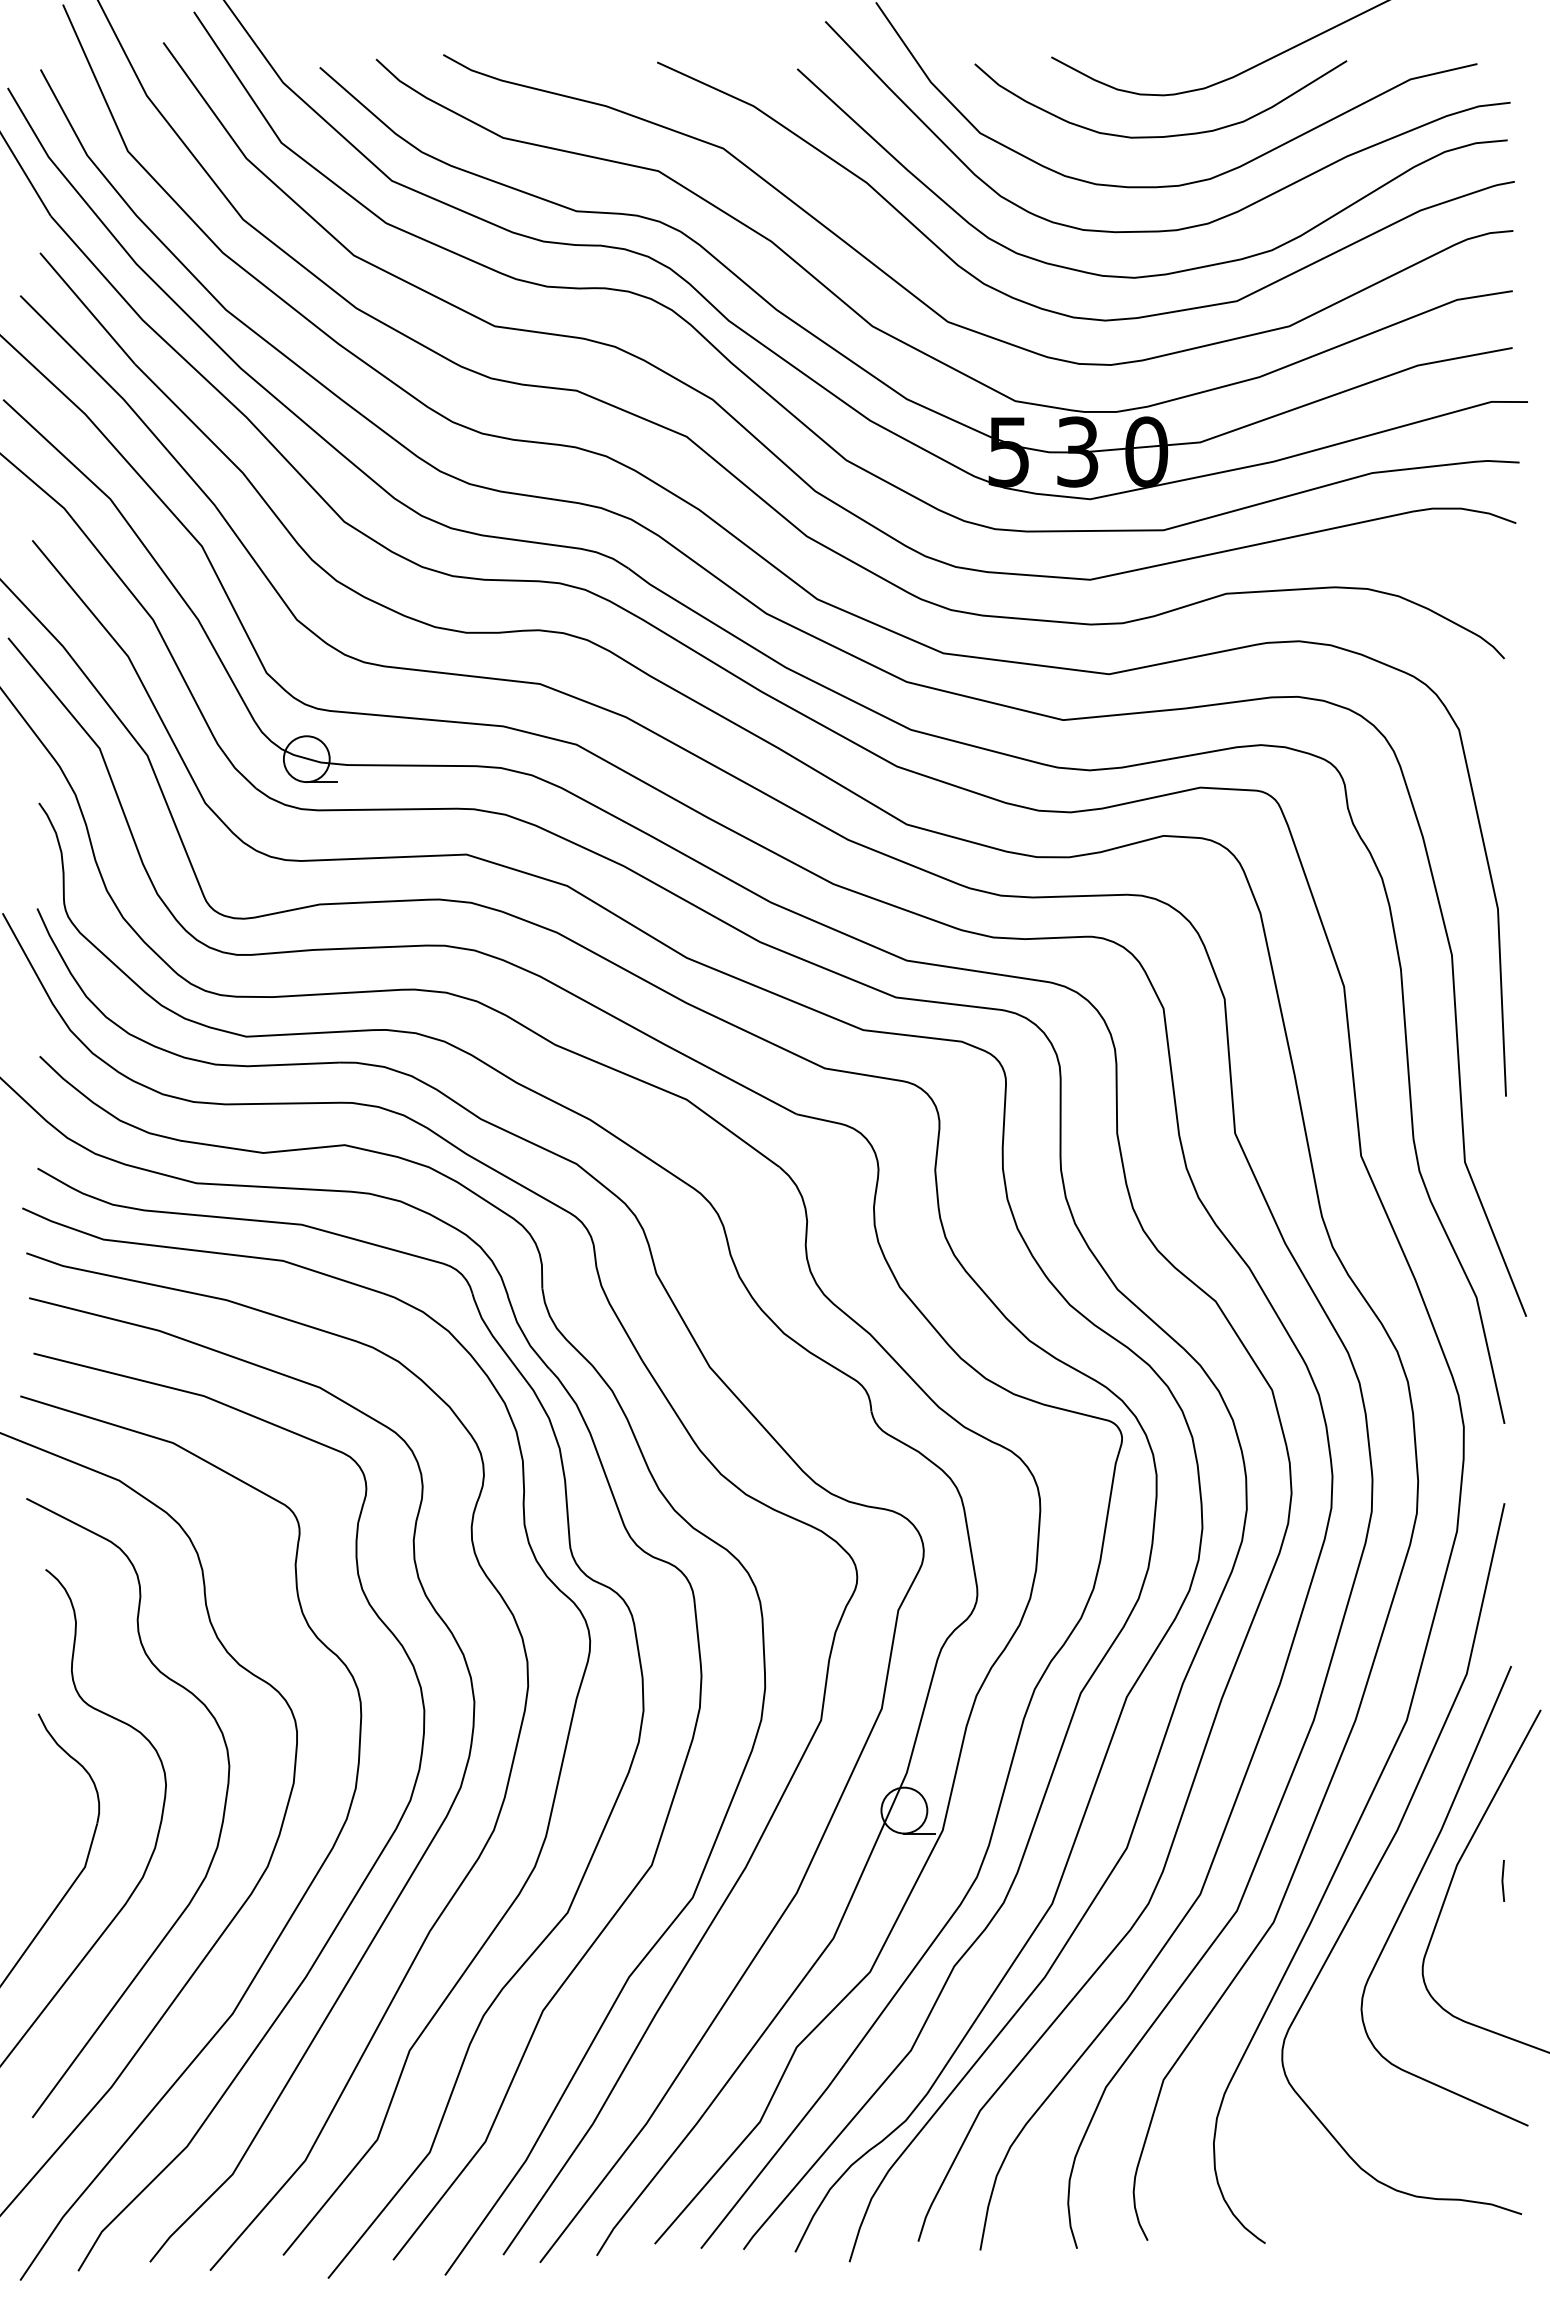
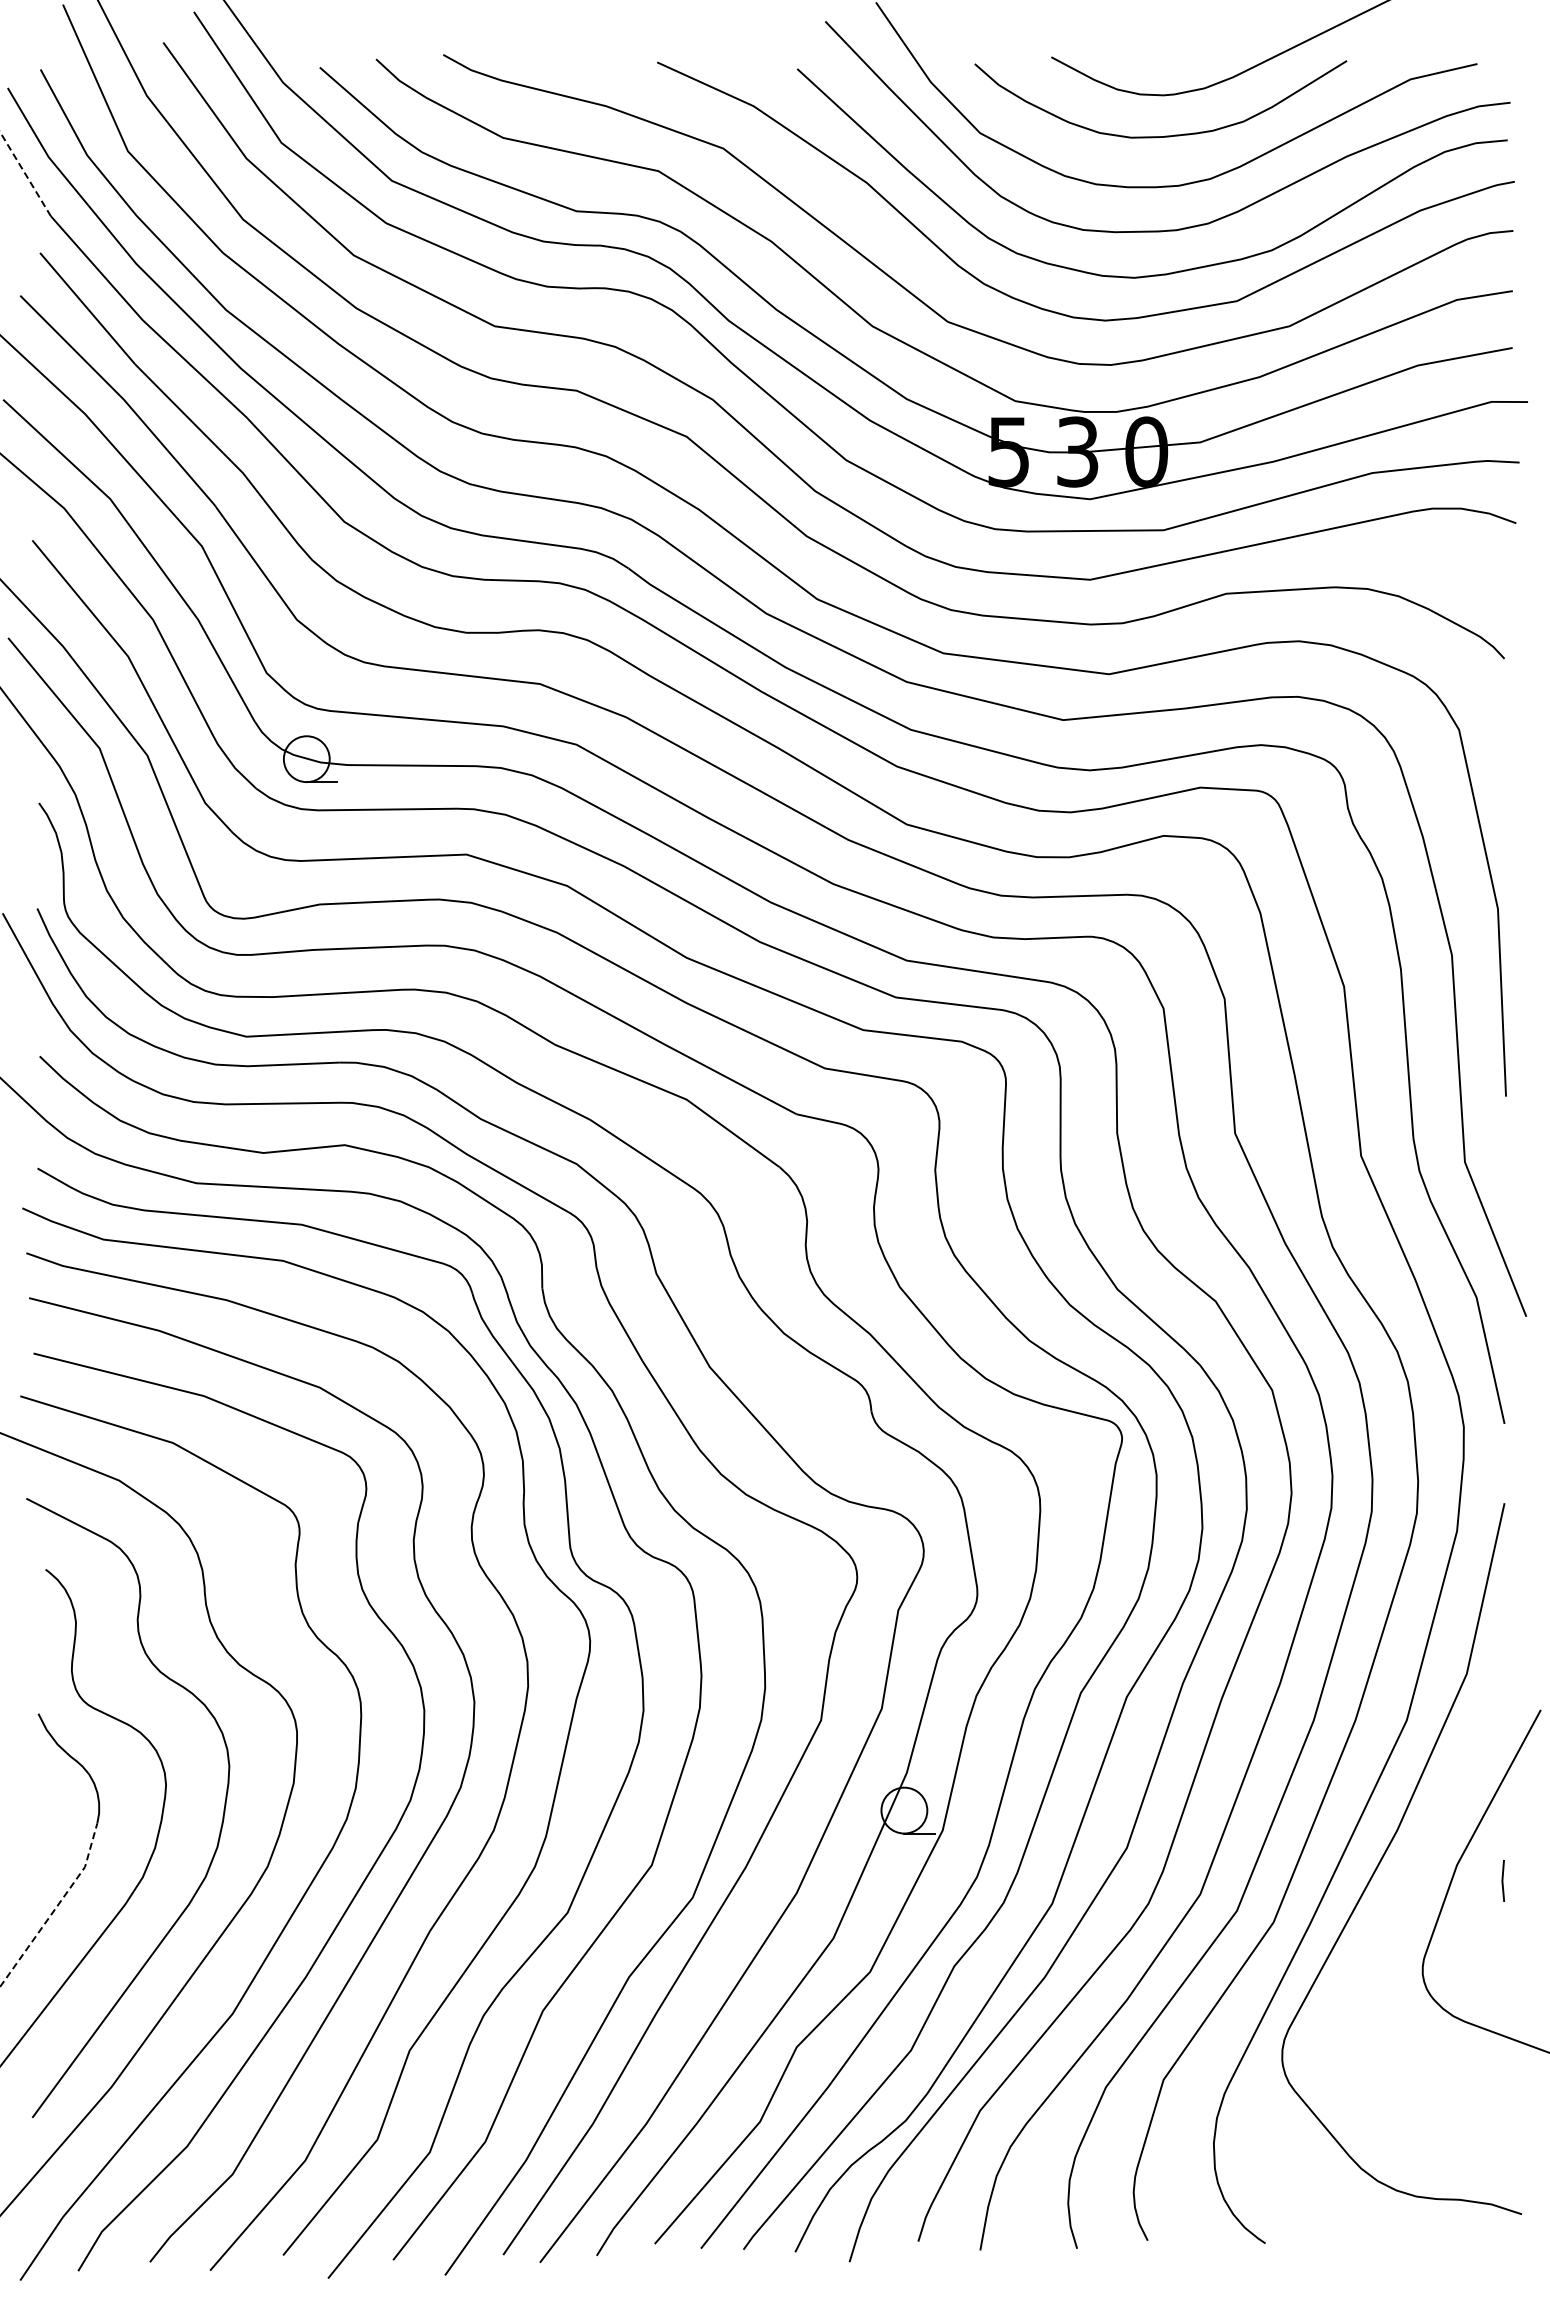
line at (25, 174): solid -> dashed
curve at (1417, 1881): present -> none
line at (56, 1907): solid -> dashed
